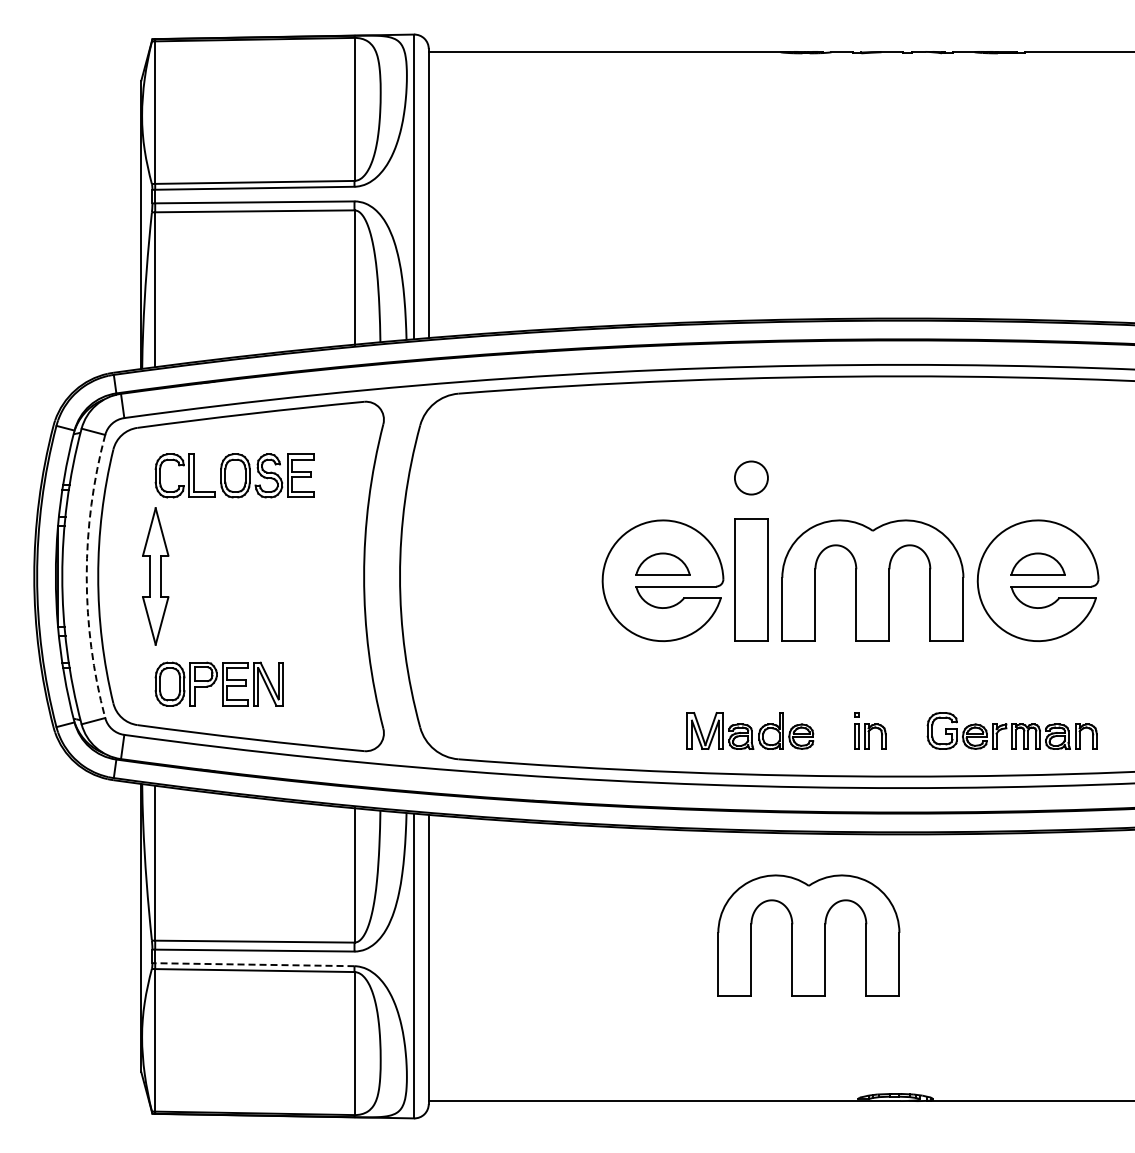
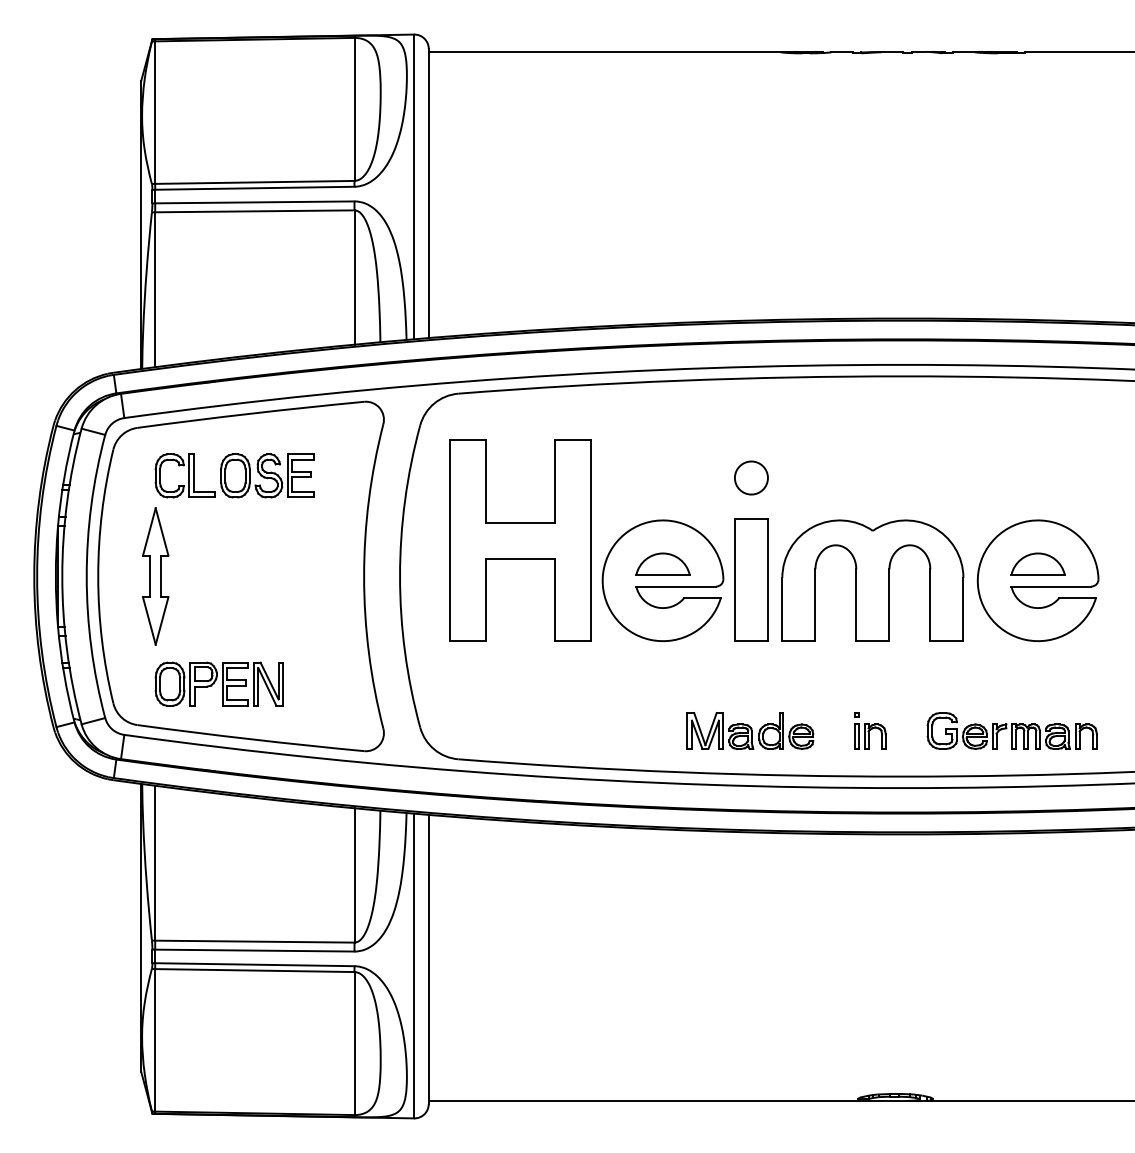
part at (520, 540): none -> present
arc at (86, 576): dashed -> solid
part at (808, 935): present -> none
line at (254, 964): dashed -> solid
